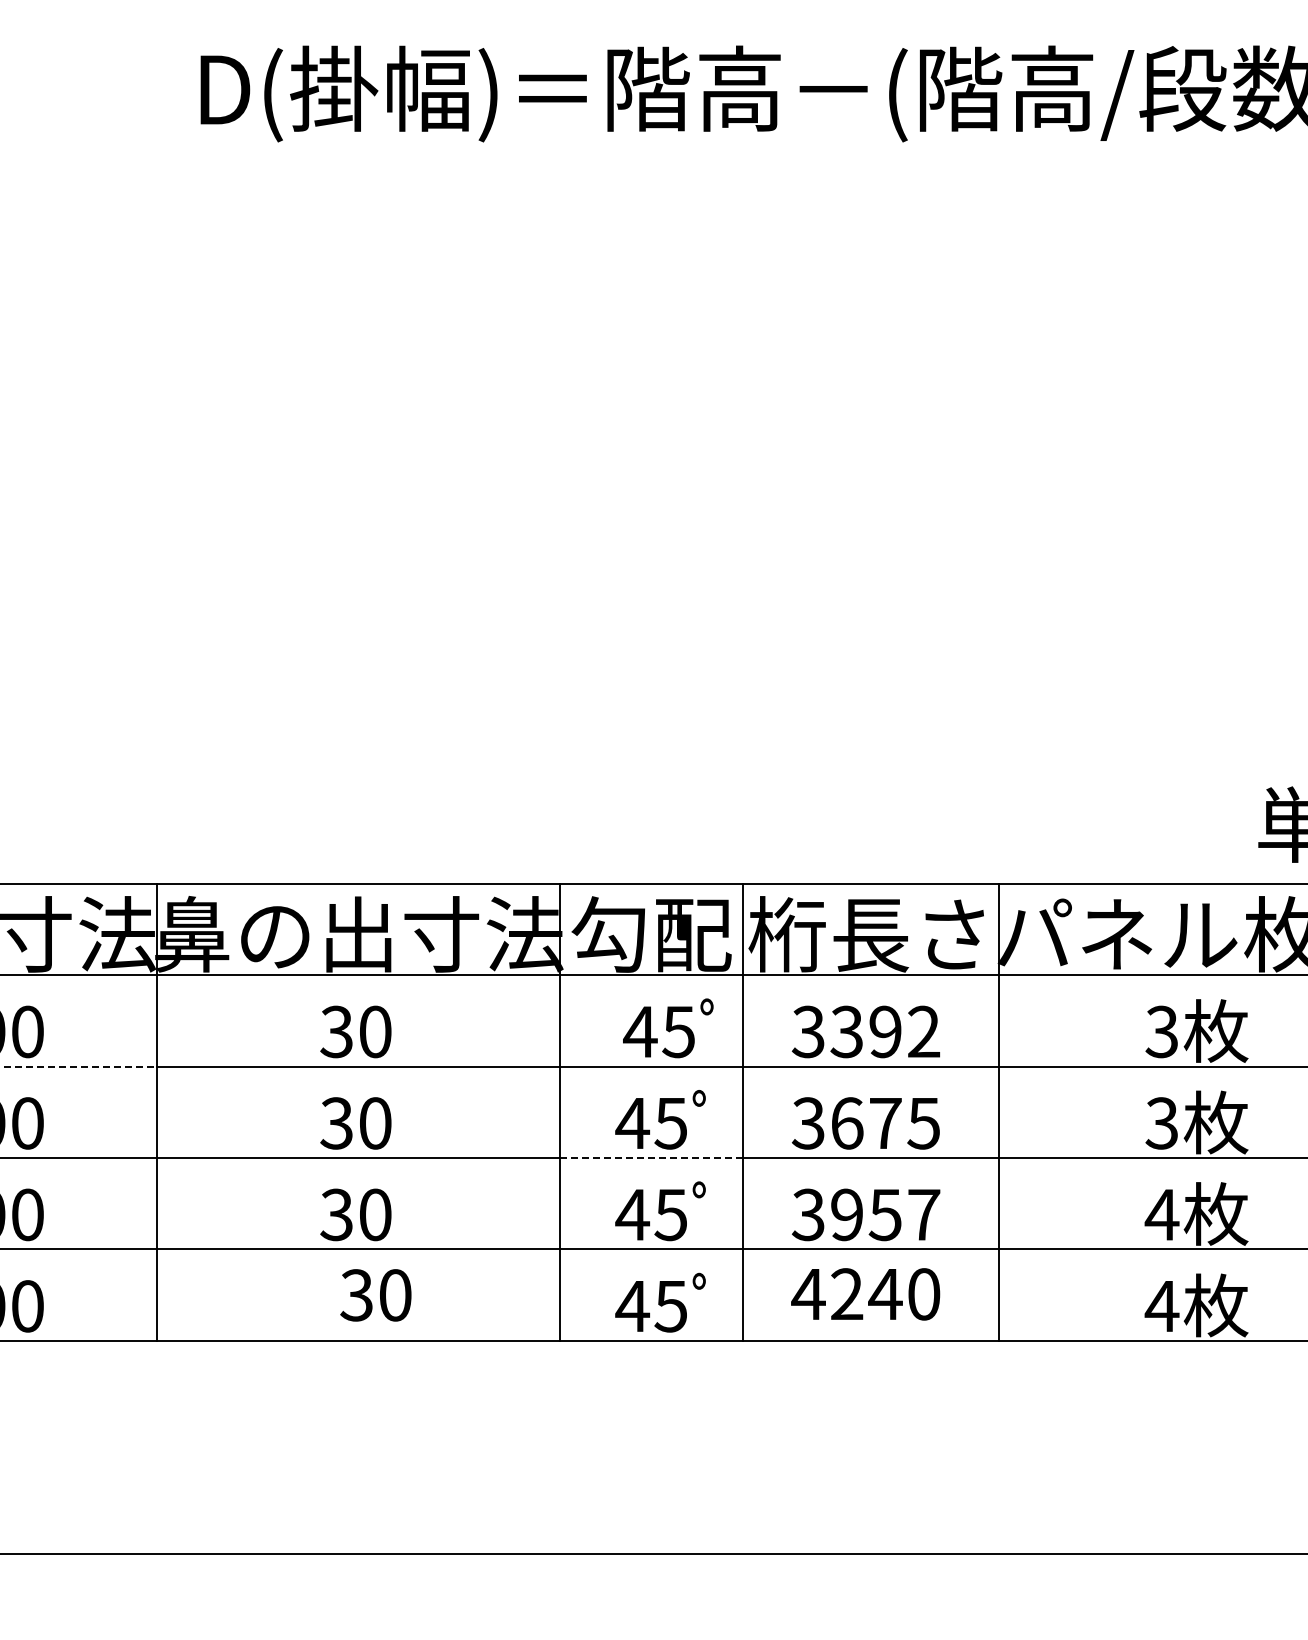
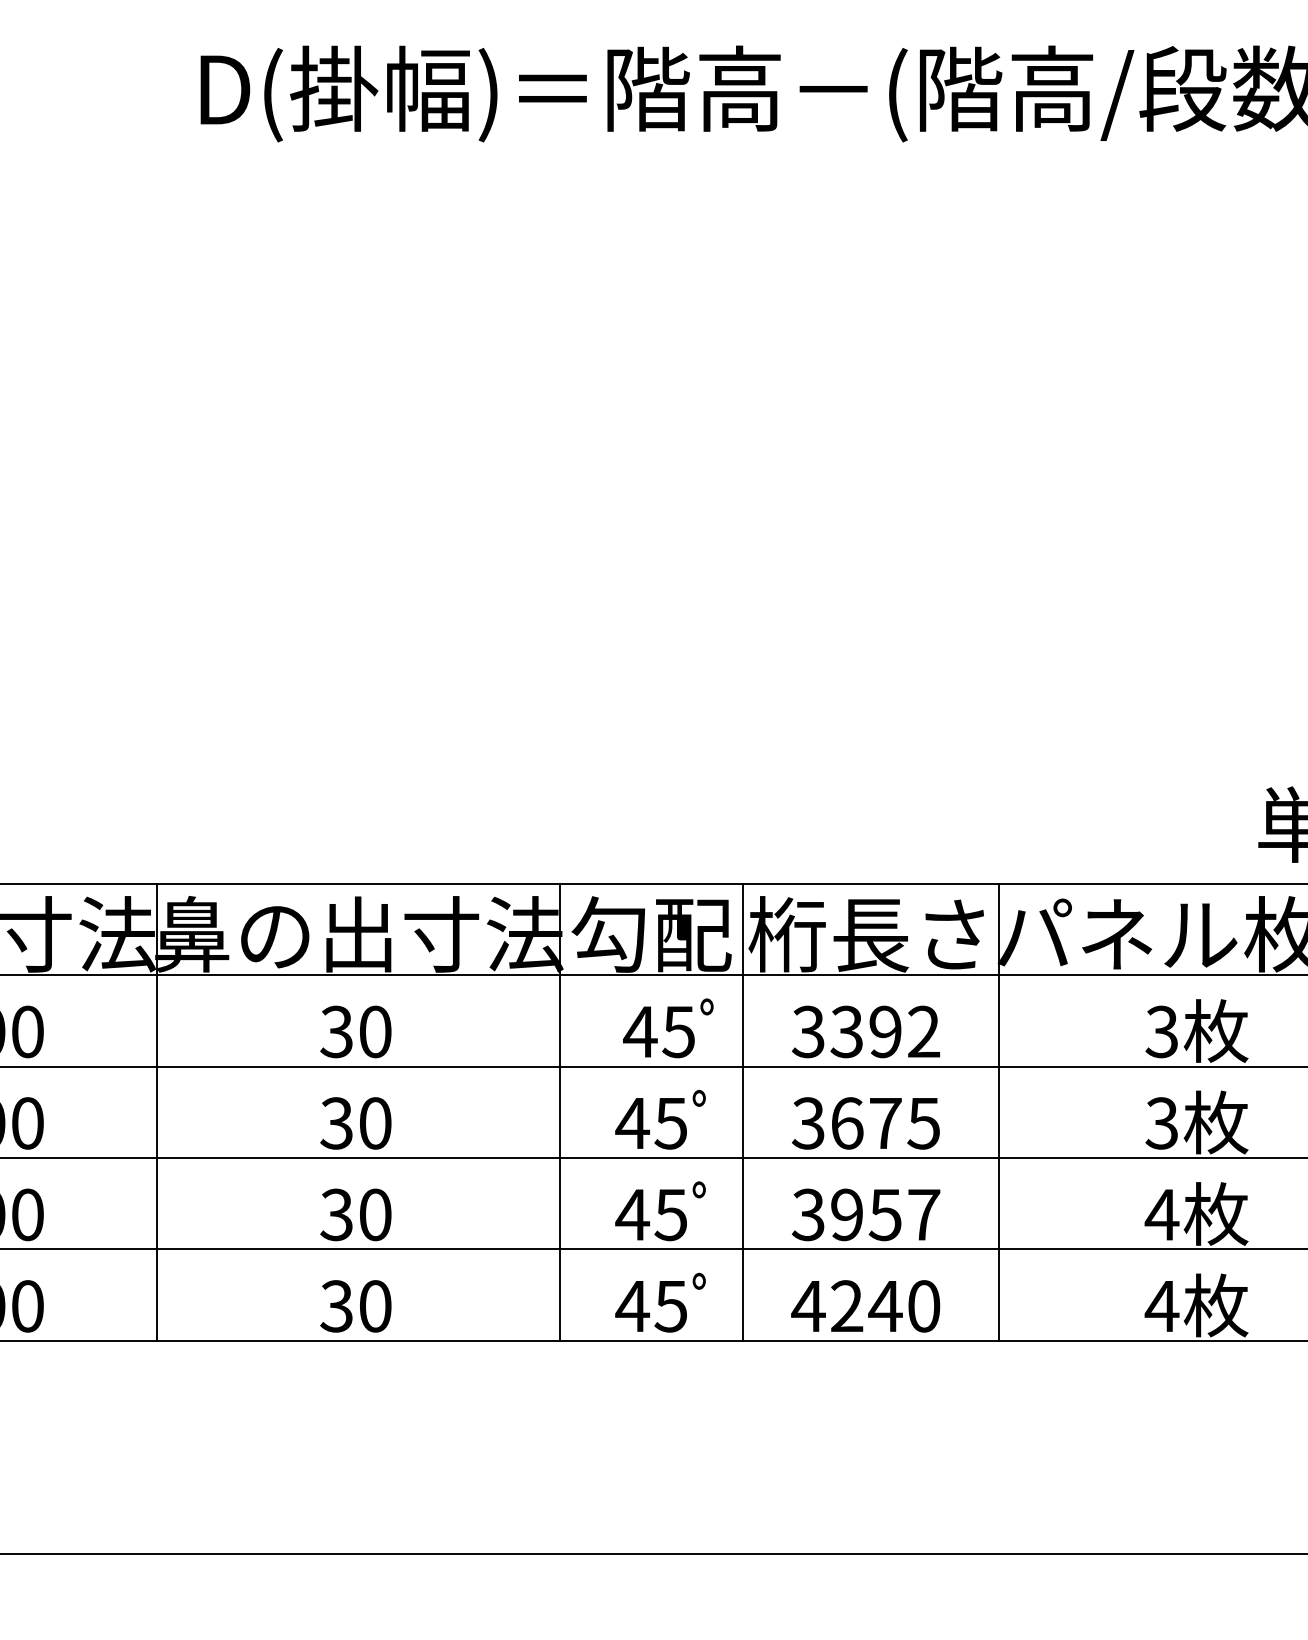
line at (79, 1066): dashed -> solid
line at (650, 1158): dashed -> solid
text at (865, 1294) position: (865, 1294) -> (865, 1306)
text at (375, 1295) position: (375, 1295) -> (355, 1306)
